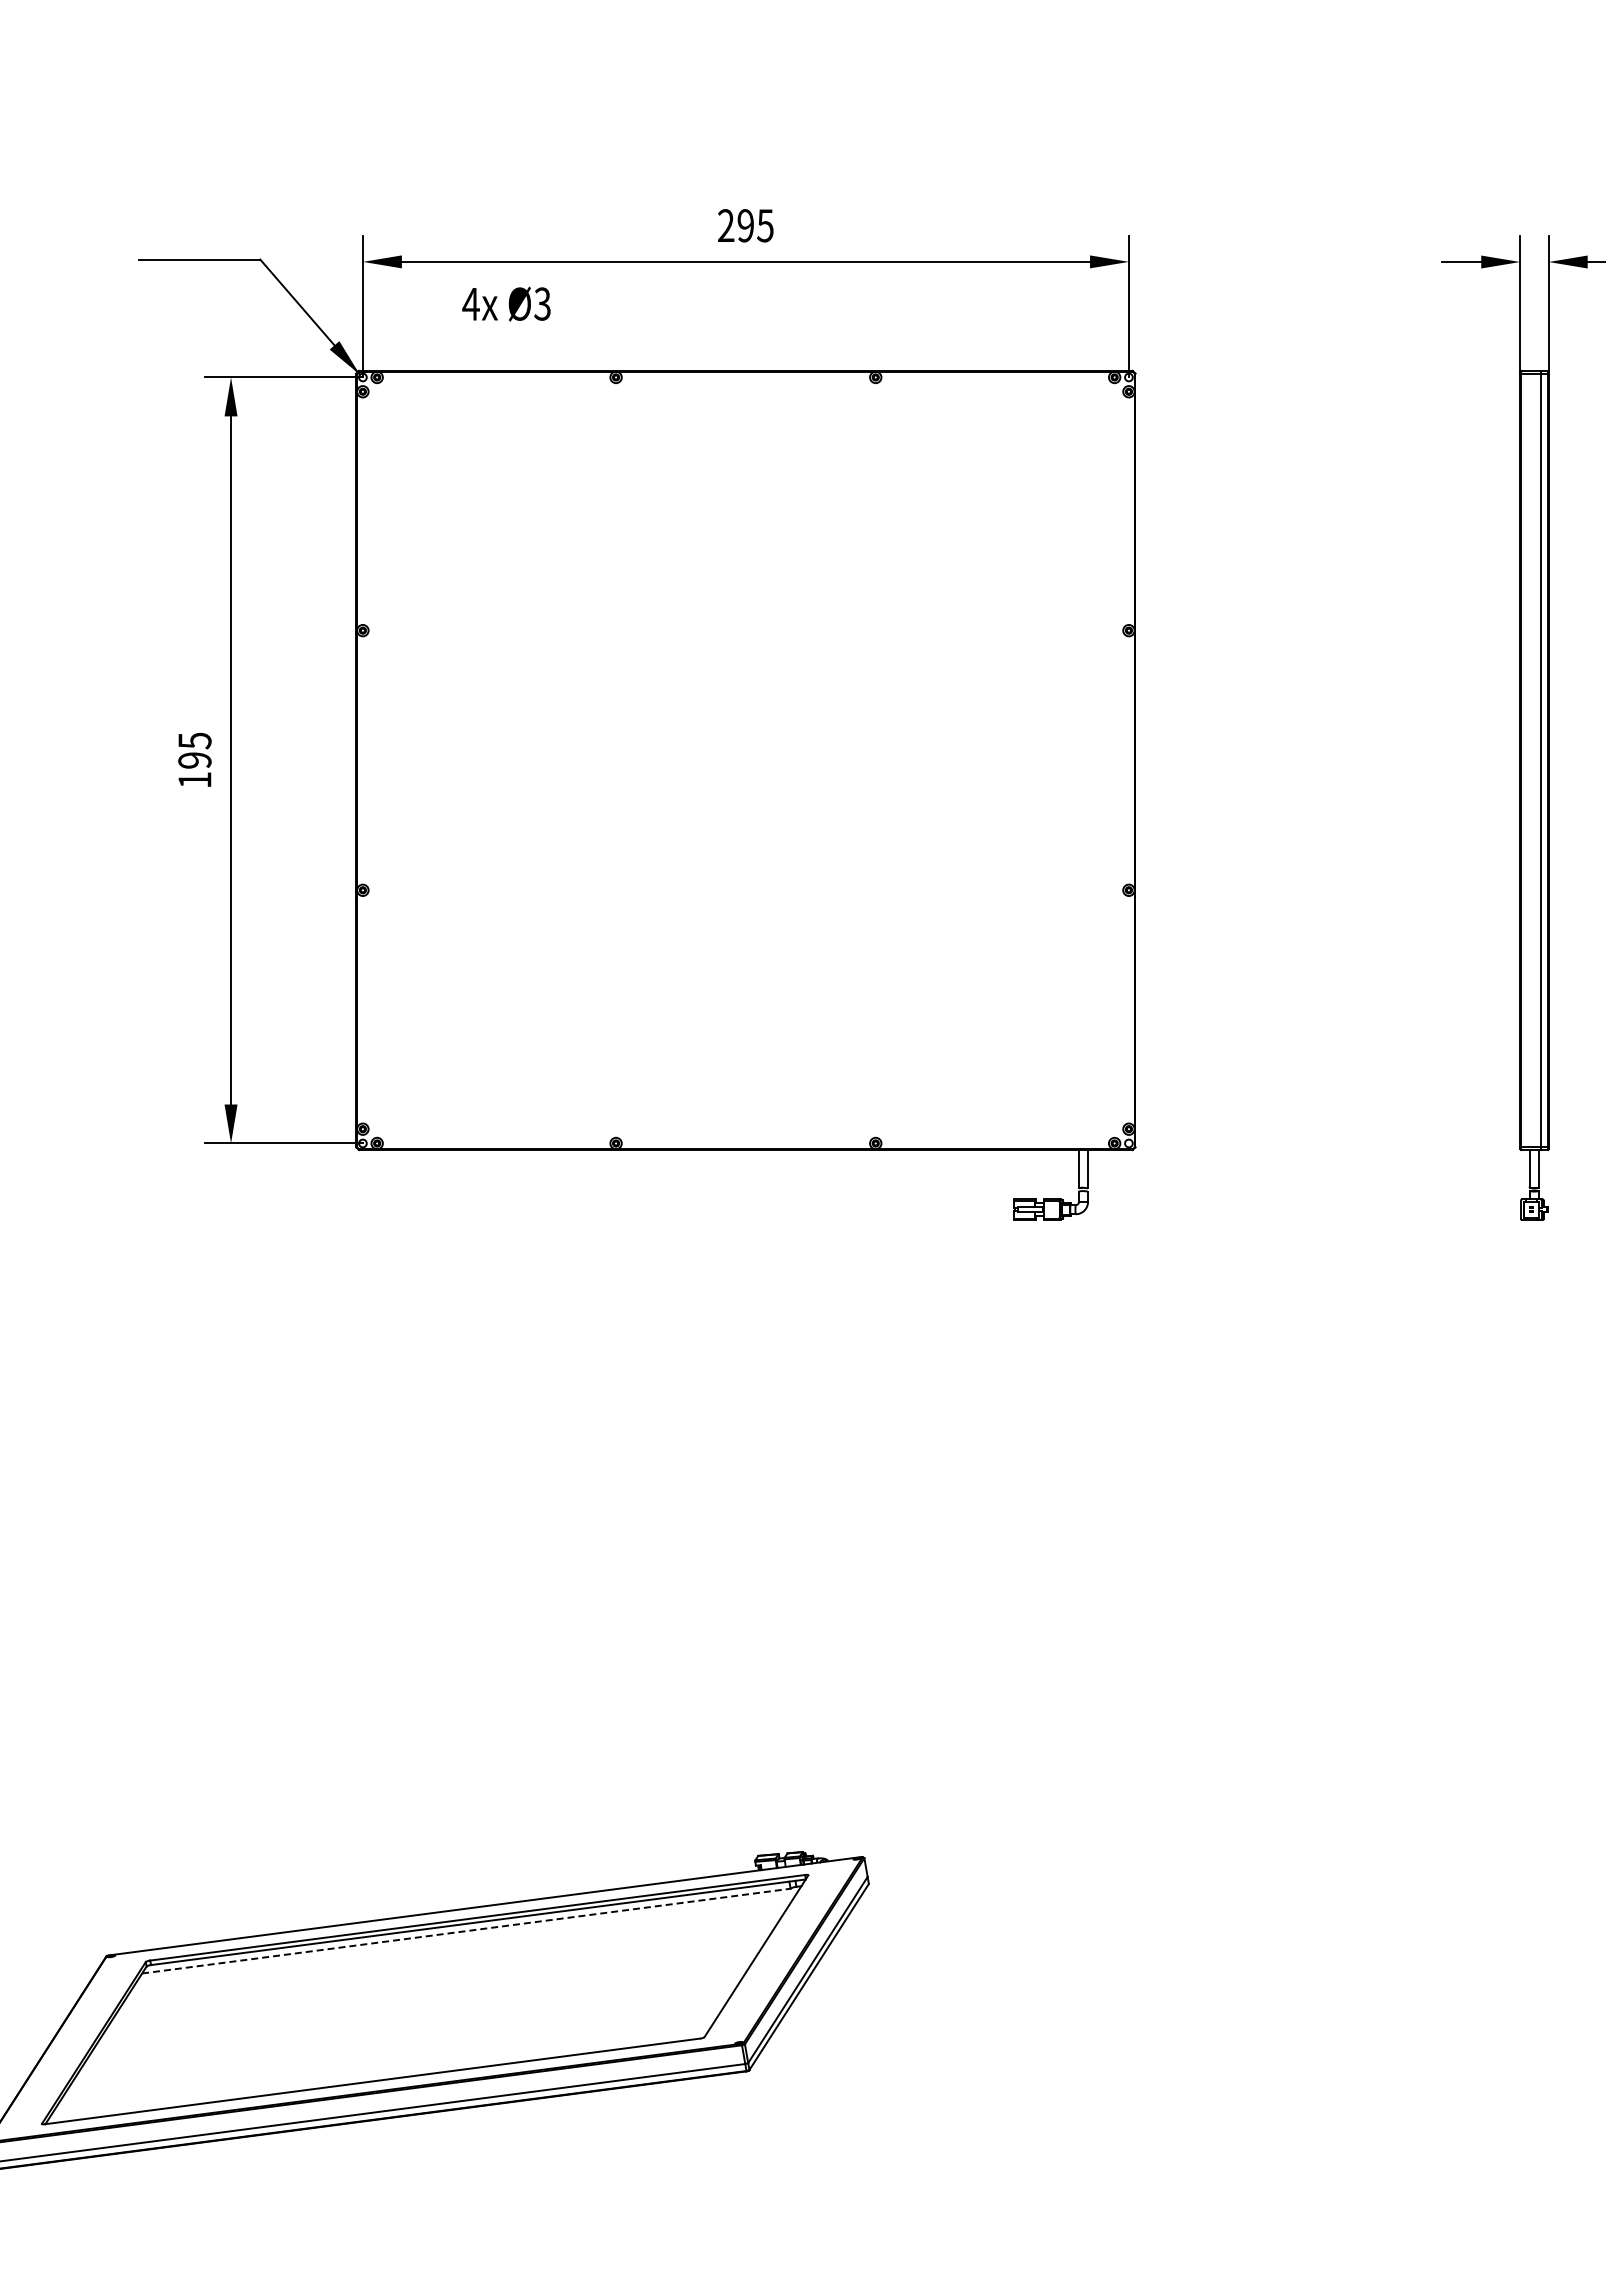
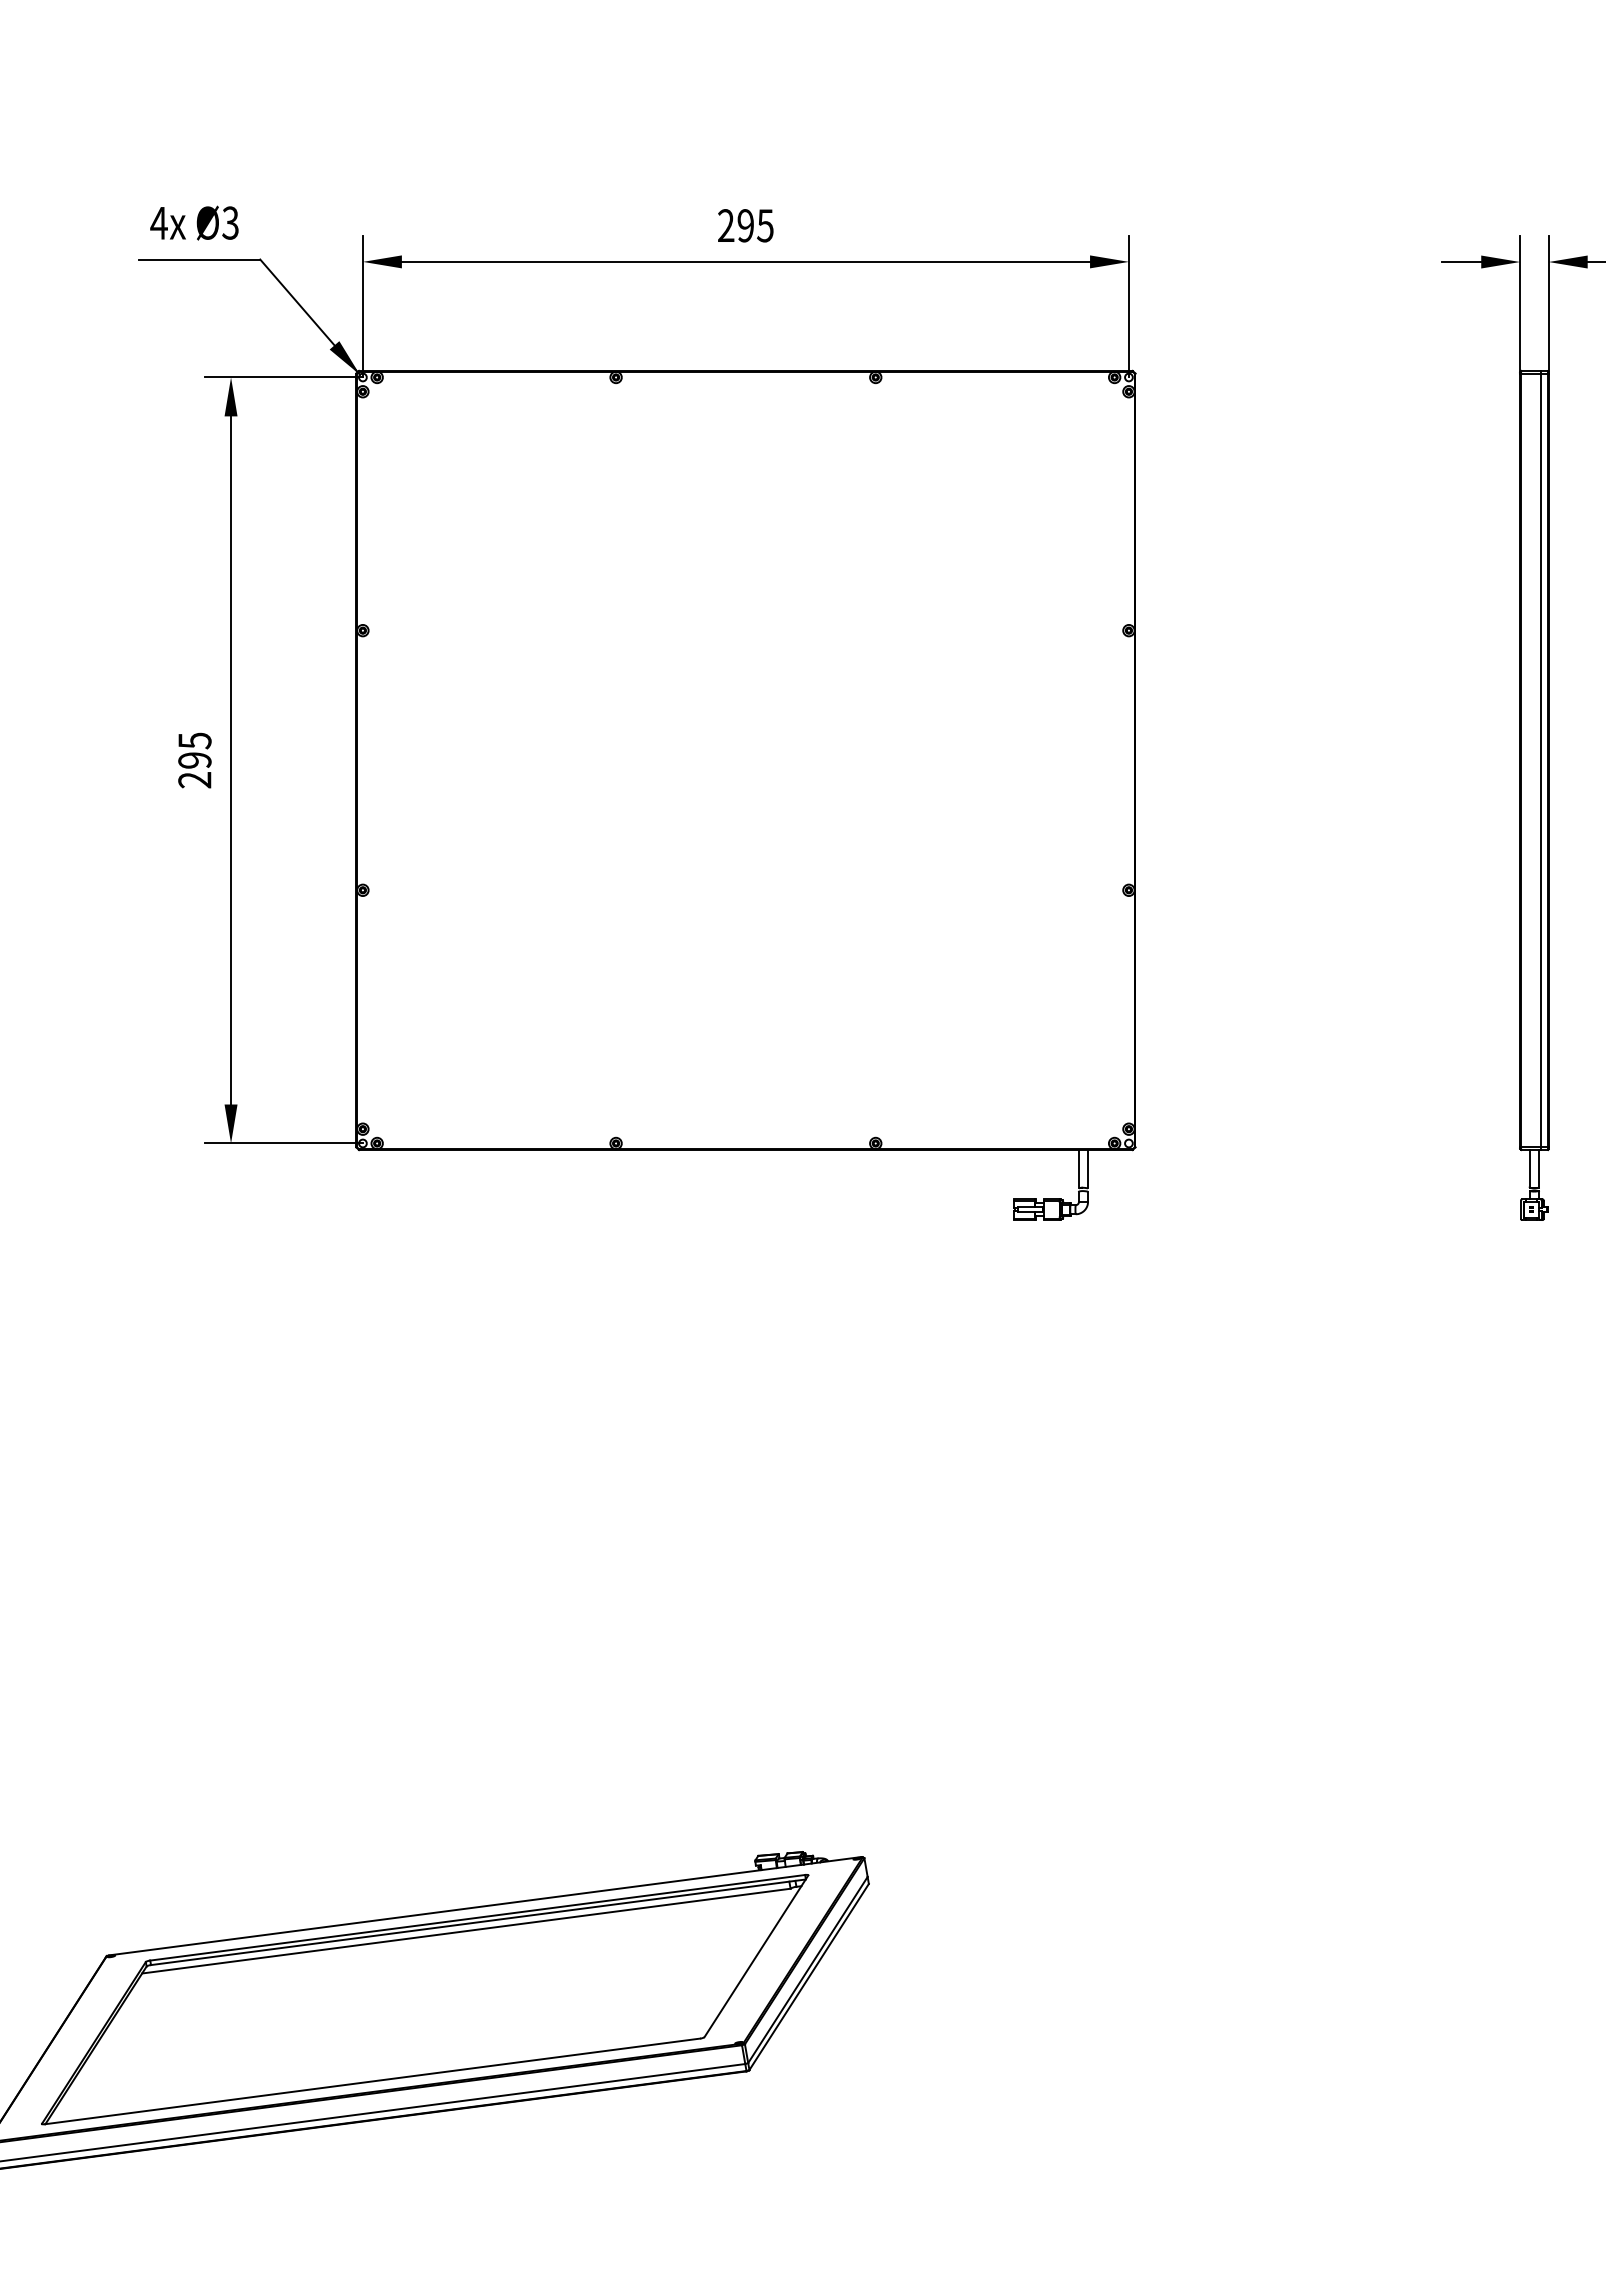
text at (506, 303) position: (506, 303) -> (194, 222)
text at (194, 780): 195 -> 295
line at (466, 1931): dashed -> solid
